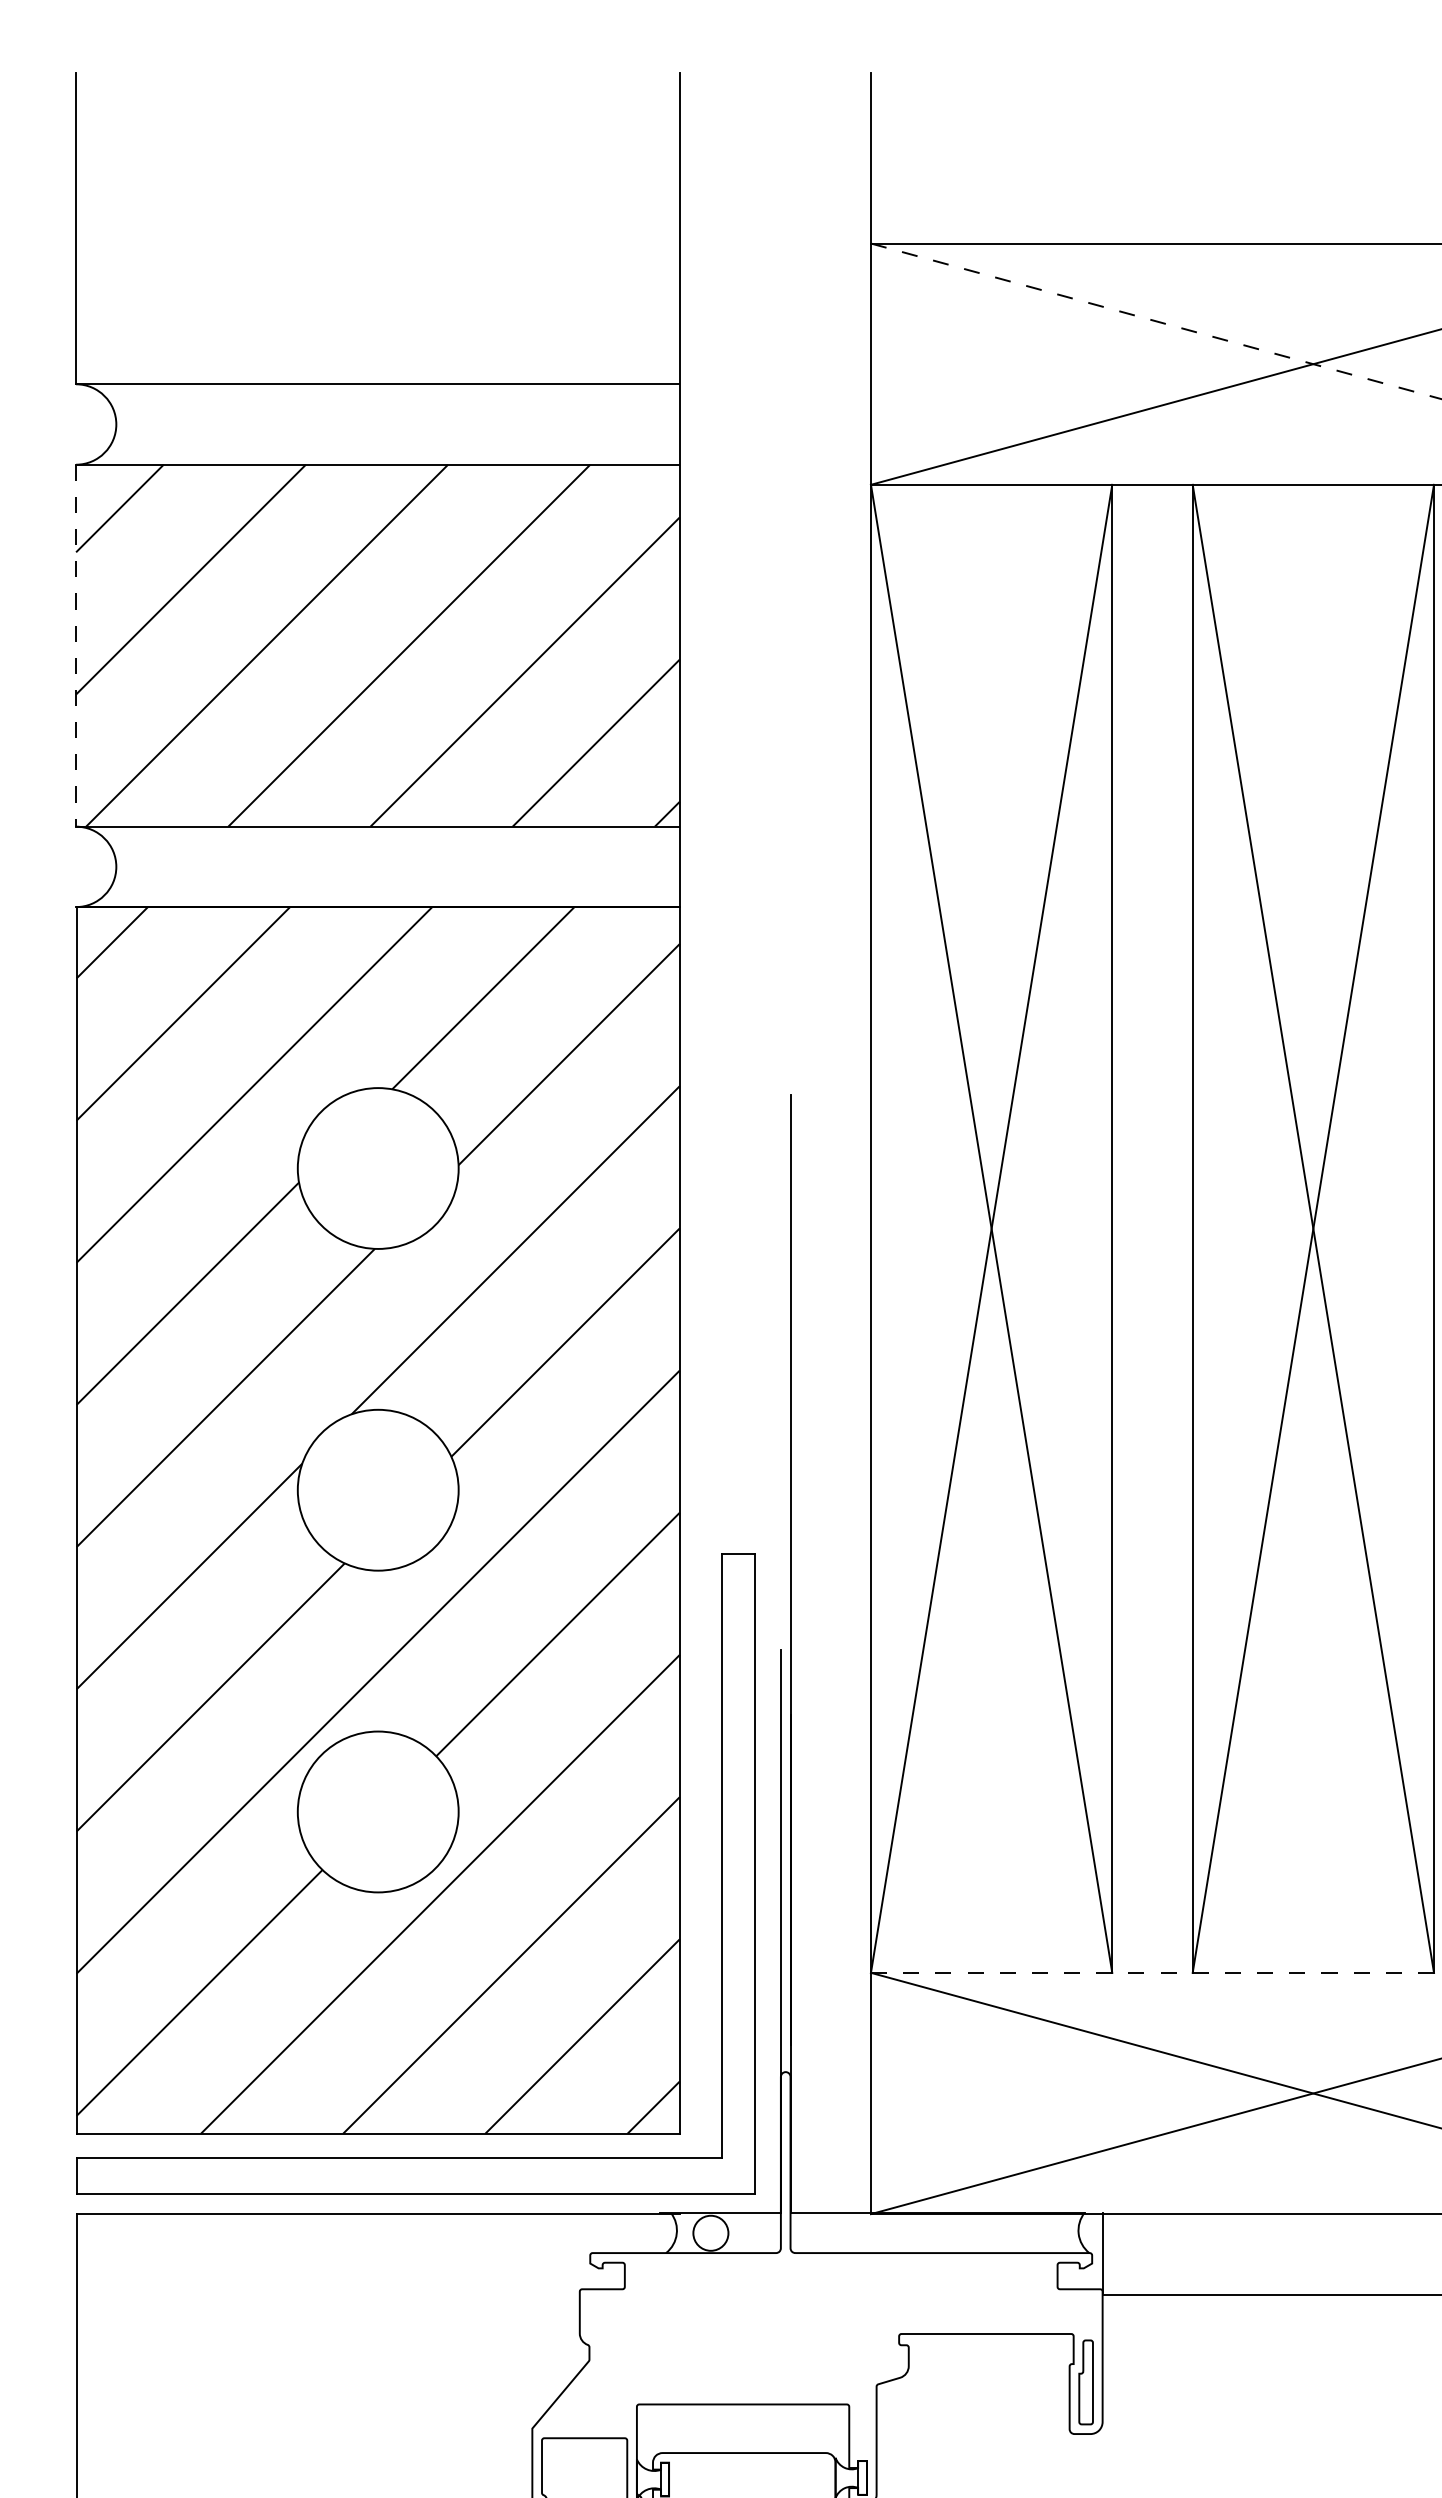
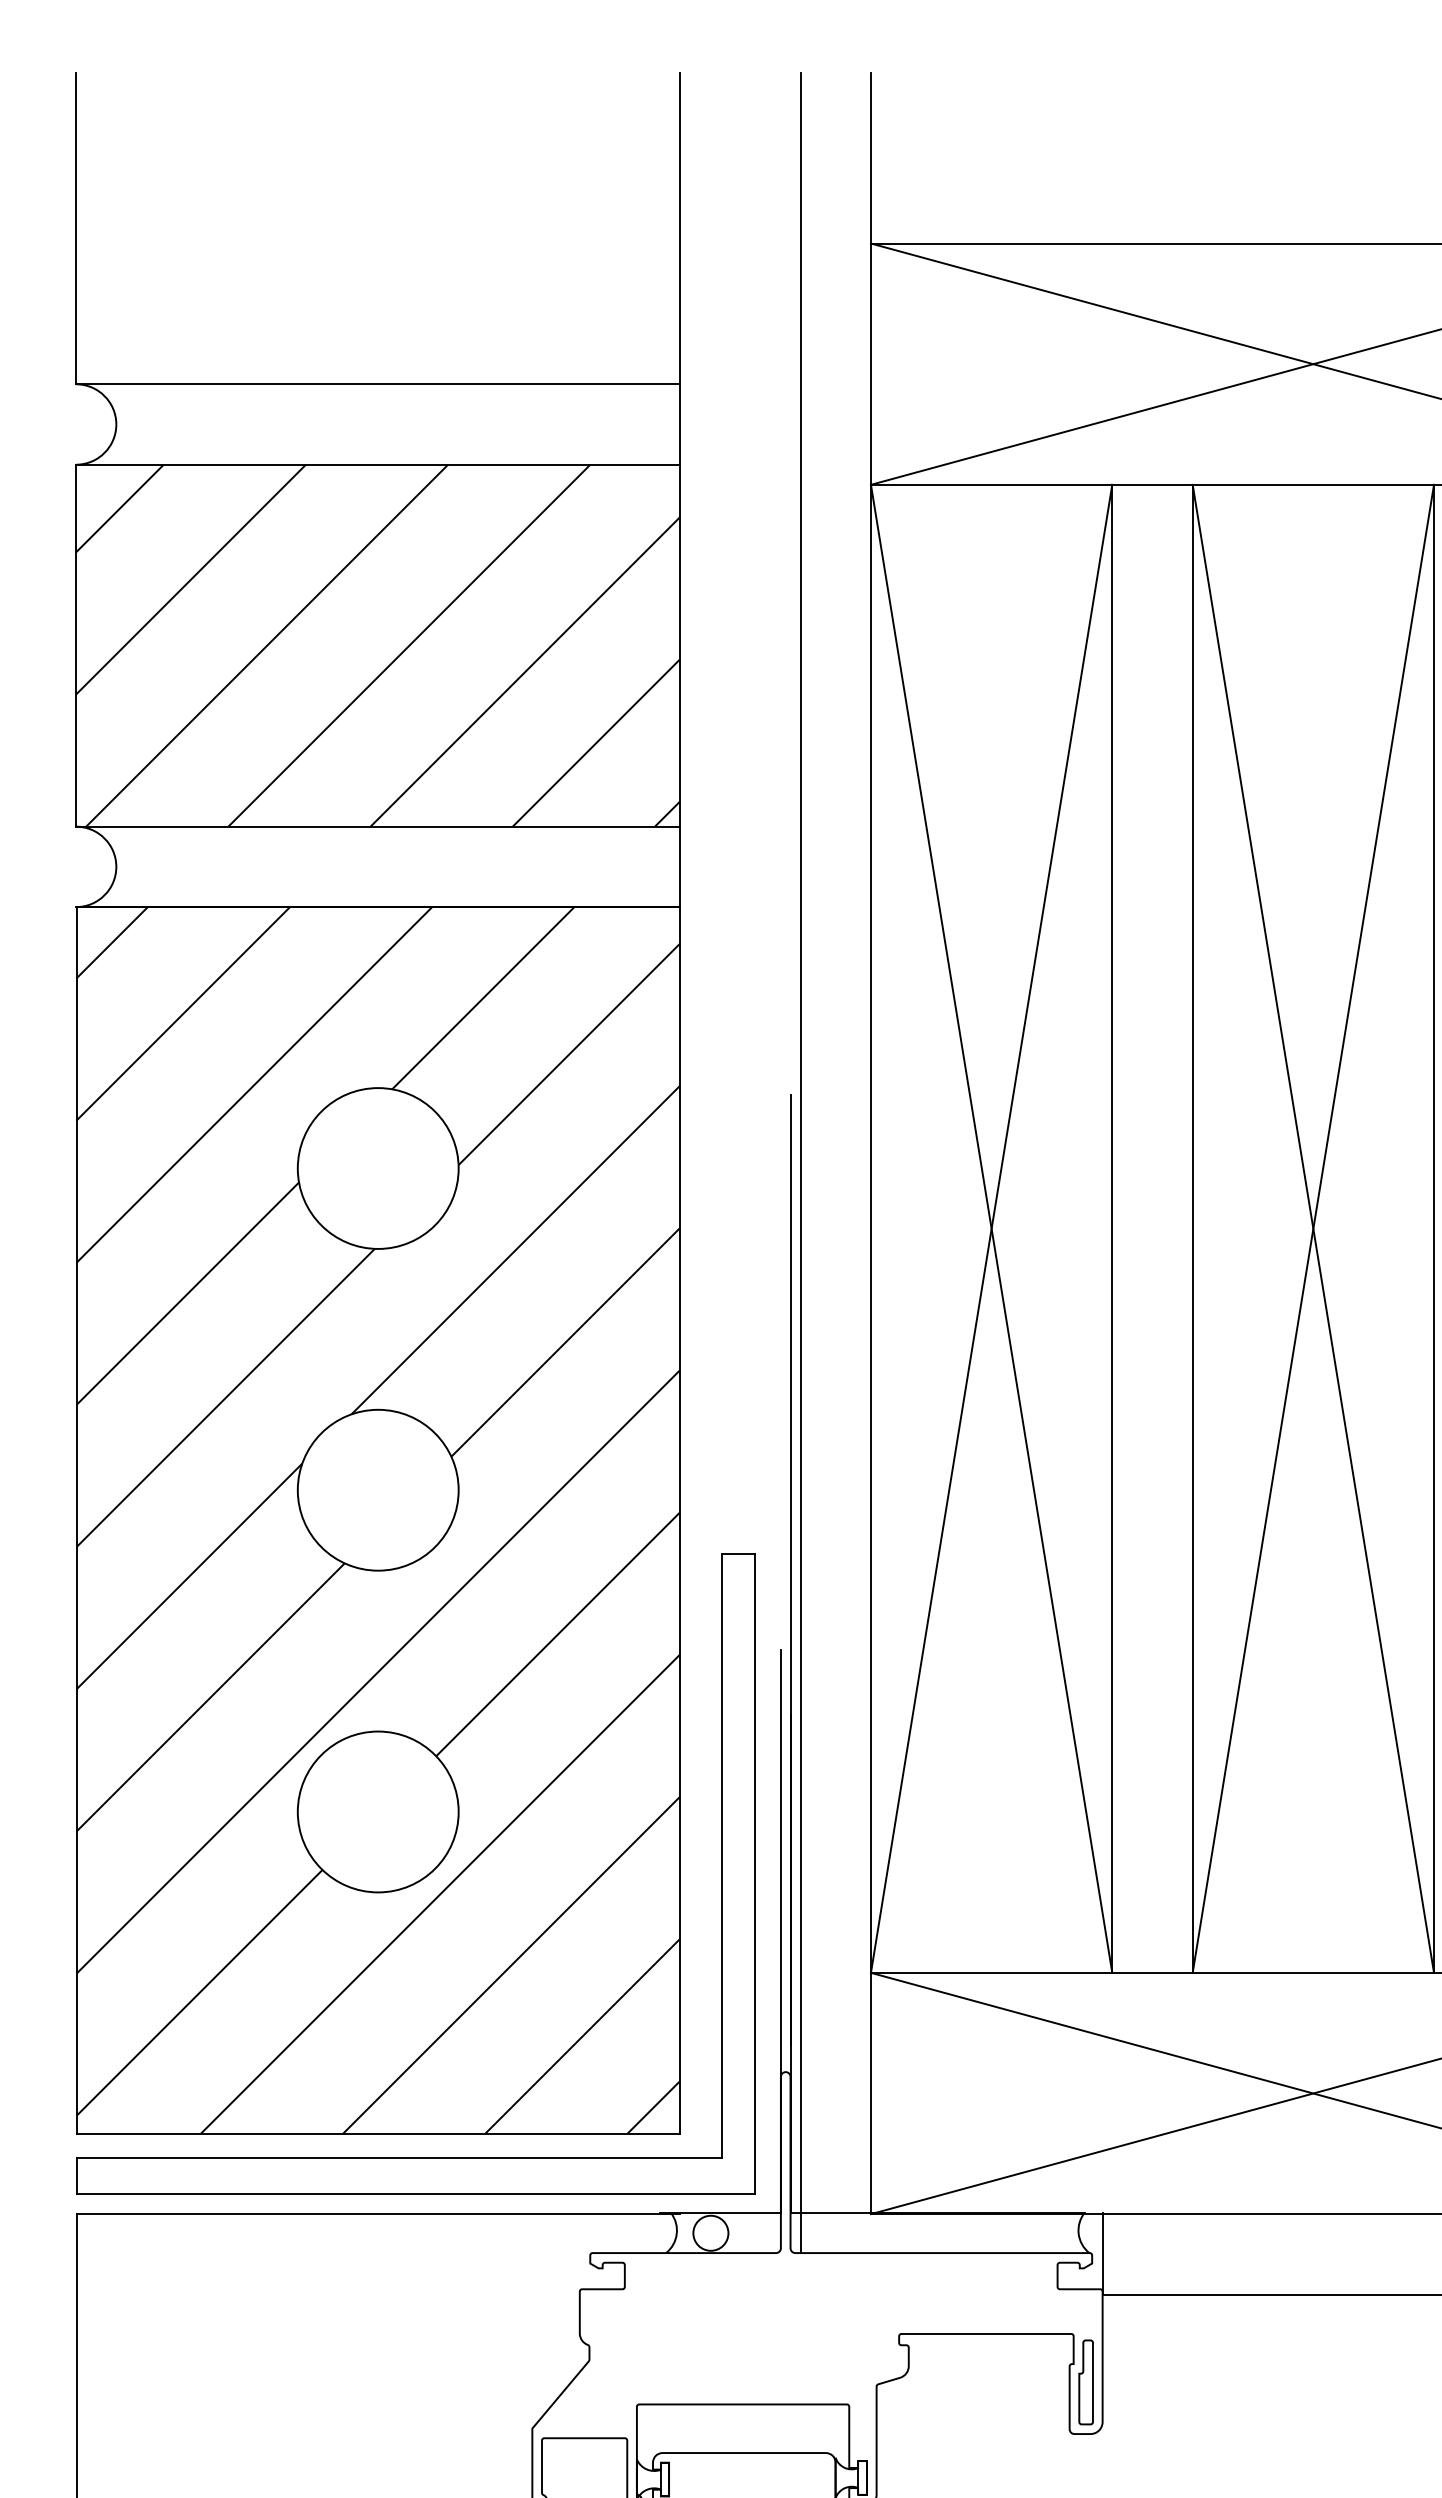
line at (1156, 321): dashed -> solid
line at (76, 645): dashed -> solid
line at (800, 1163): none -> present
line at (1155, 1972): dashed -> solid
